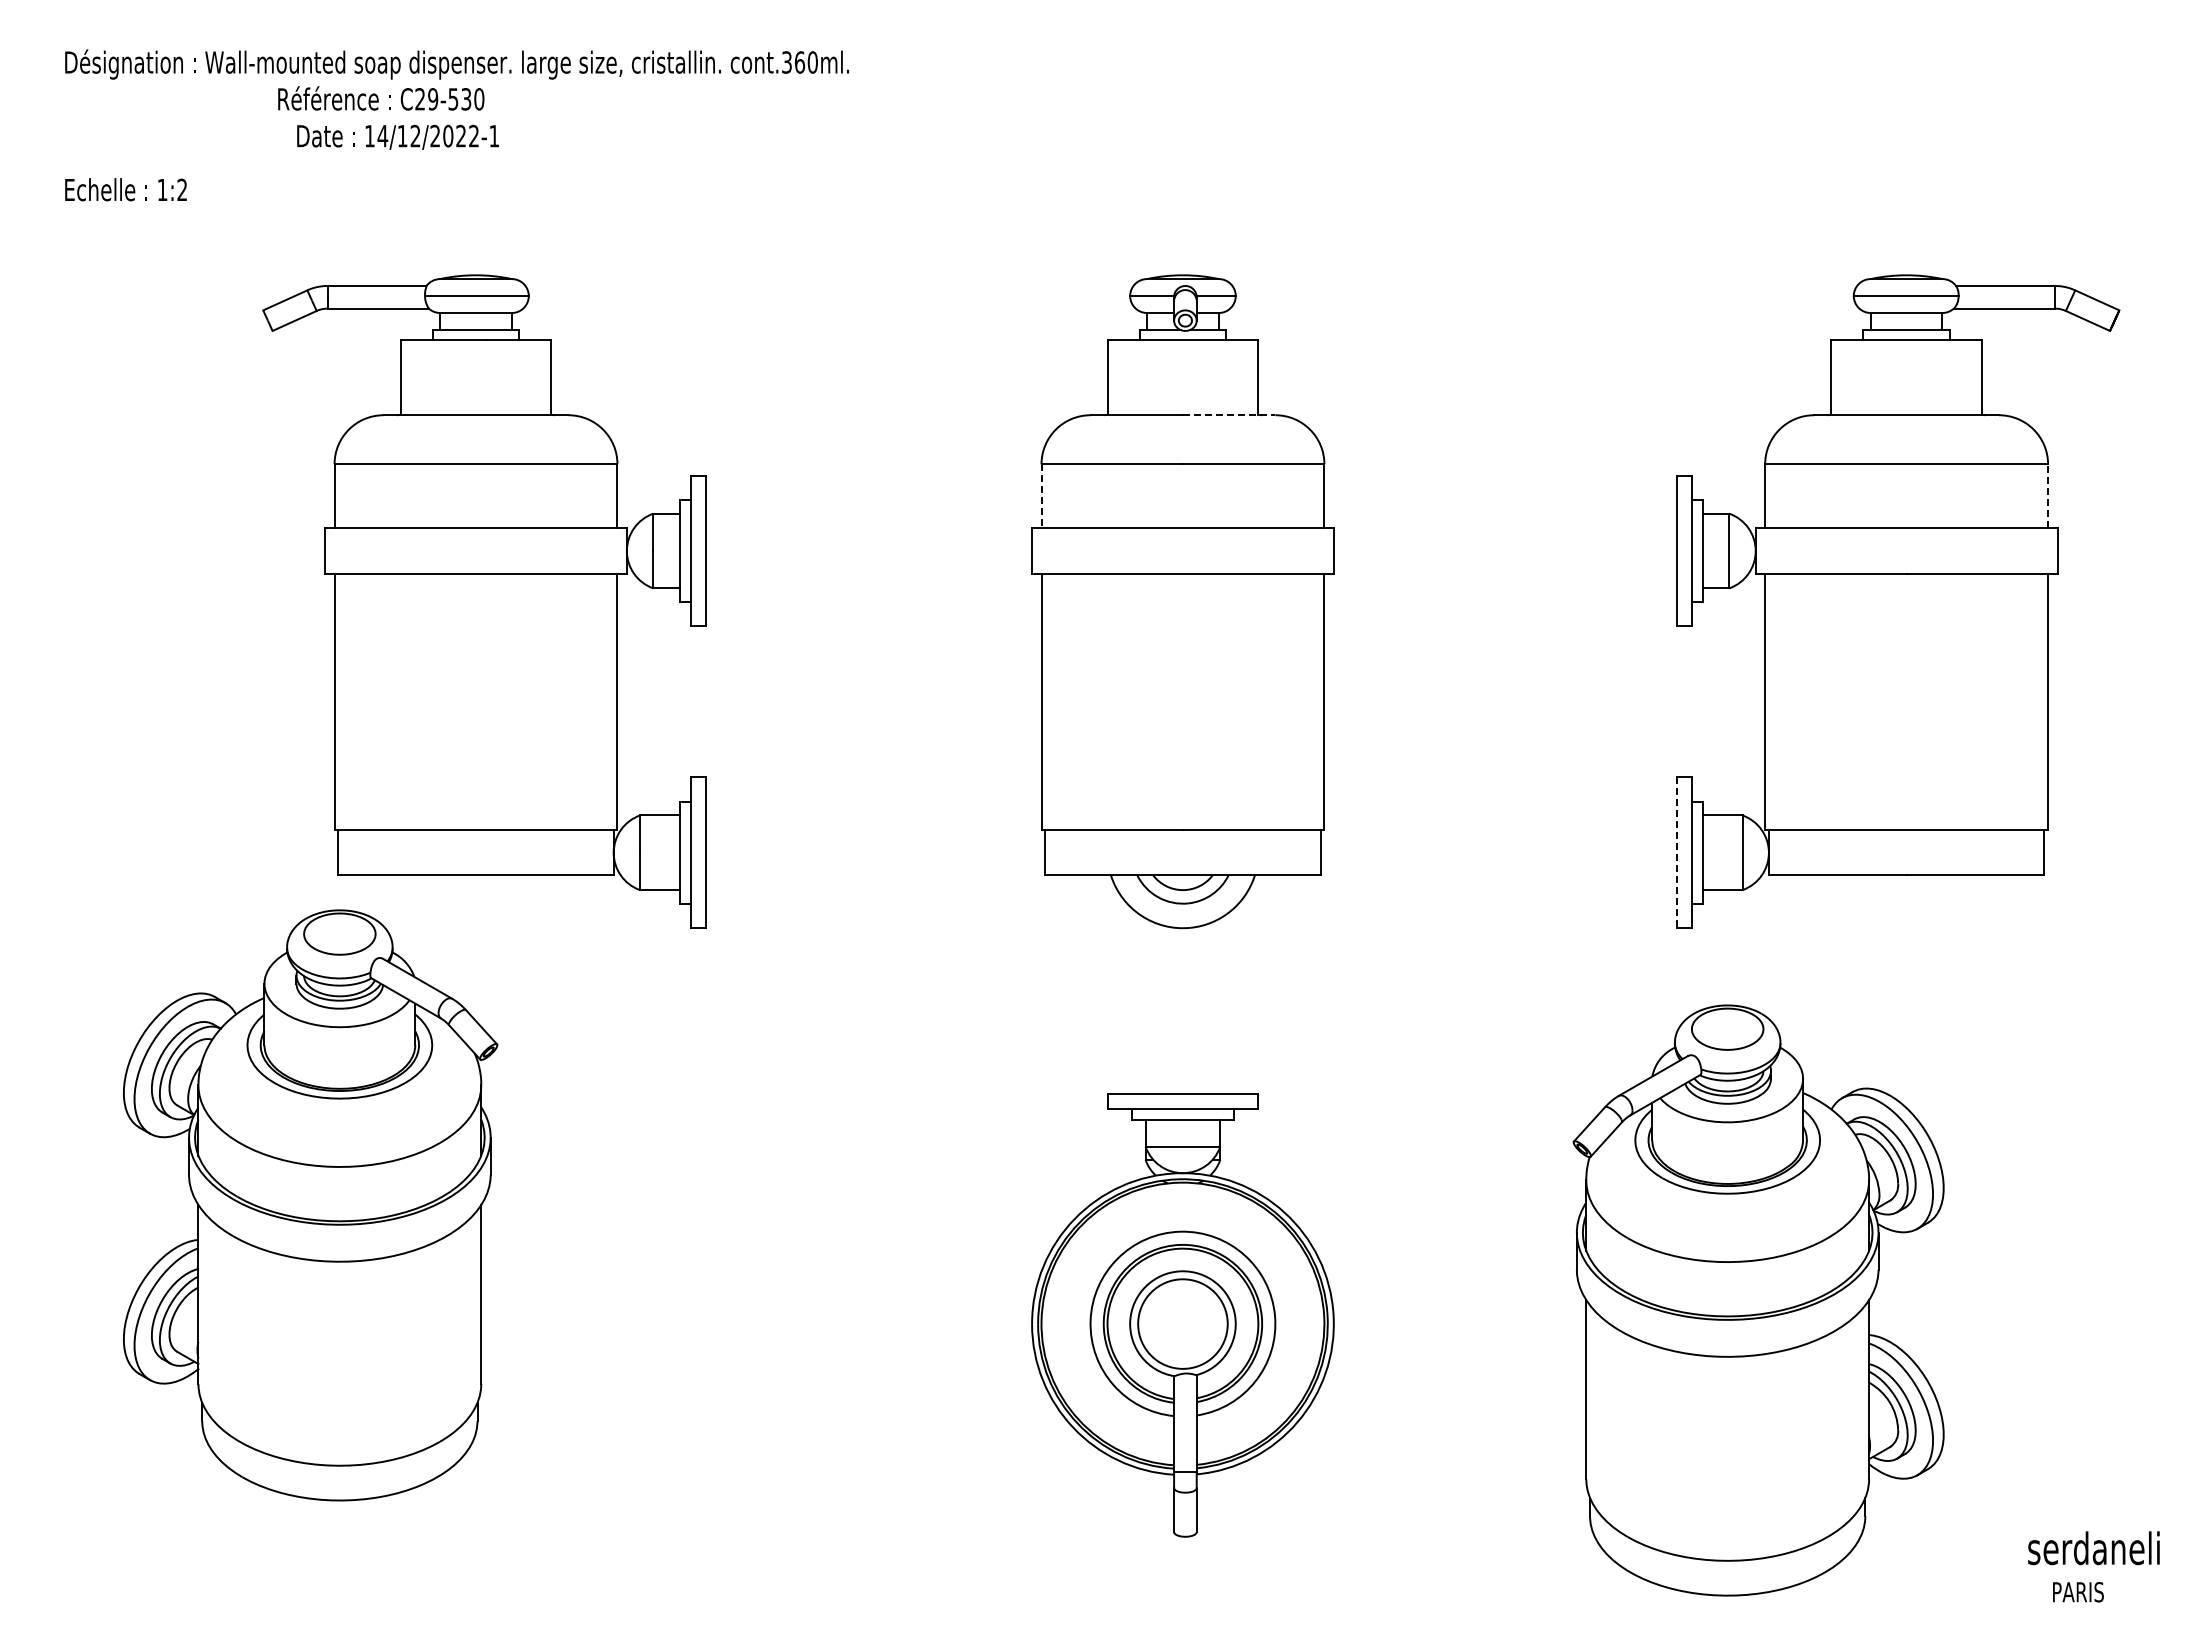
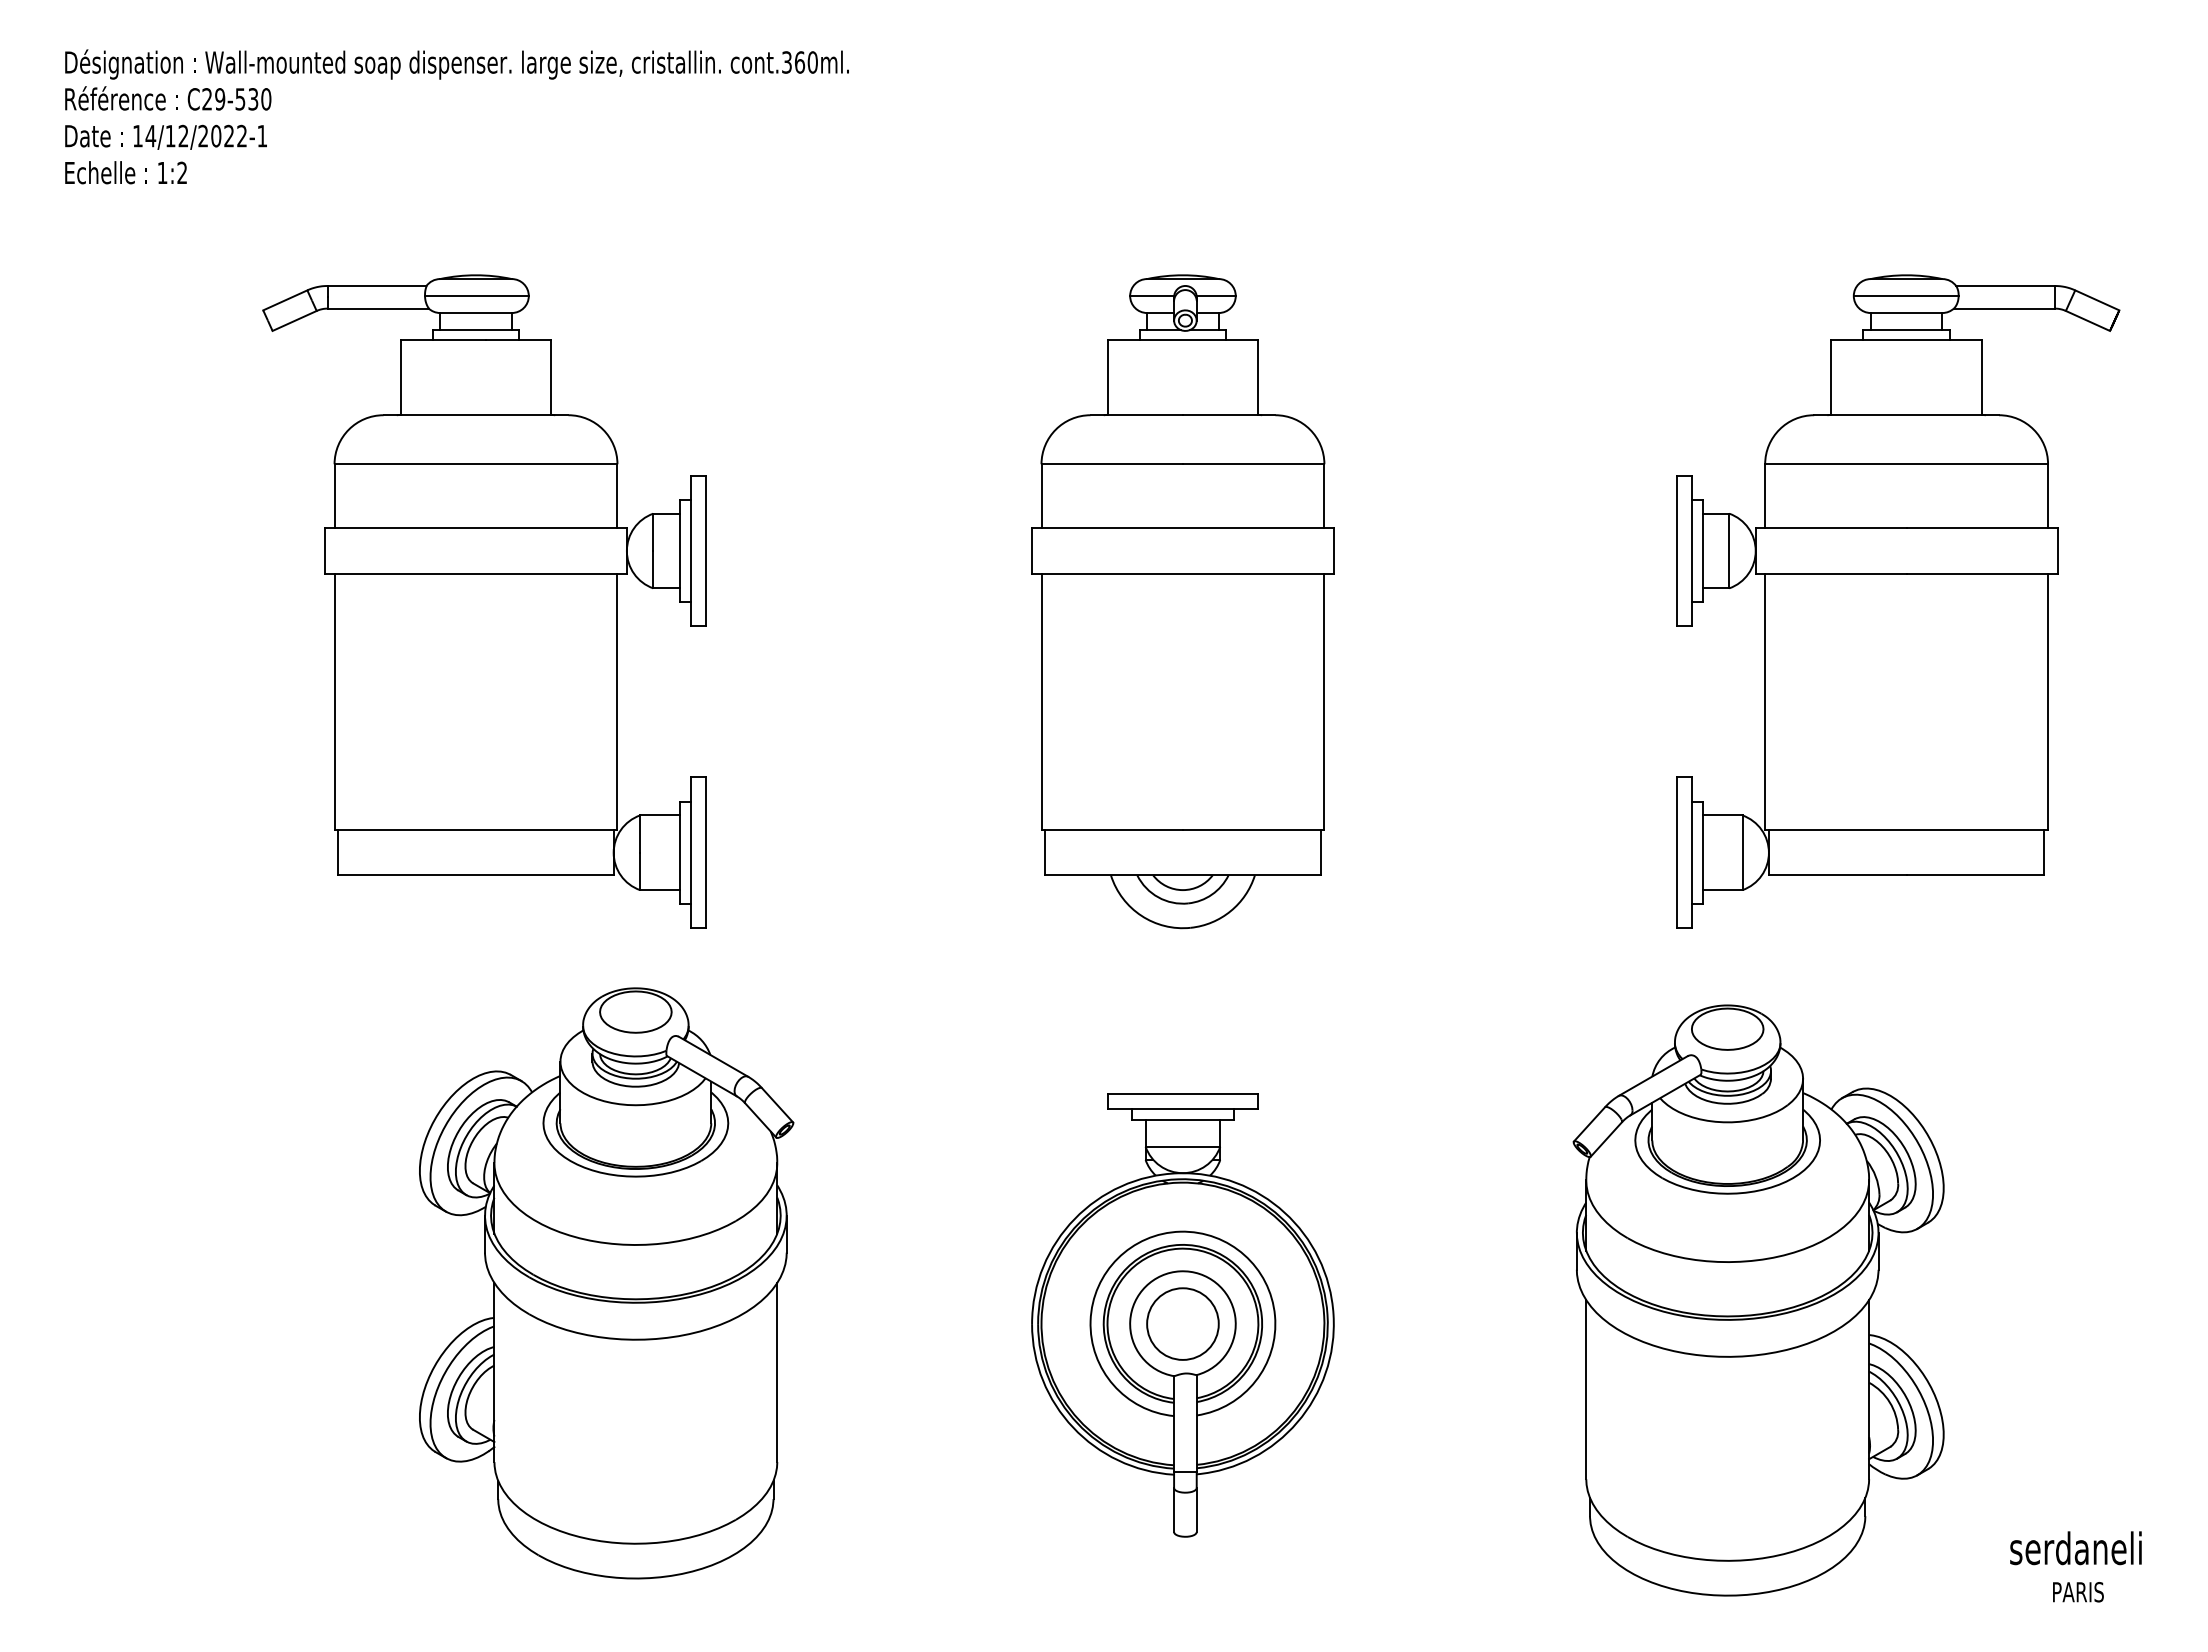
text at (381, 98) position: (381, 98) -> (168, 98)
text at (397, 136) position: (397, 136) -> (165, 136)
text at (125, 189) position: (125, 189) -> (125, 172)
line at (1229, 415): dashed -> solid
line at (2048, 495): dashed -> solid
line at (1041, 496): dashed -> solid
line at (1676, 853): dashed -> solid
part at (310, 1205) position: (310, 1205) -> (606, 1283)
circle at (1182, 1323) diameter: 90 px -> 72 px
text at (2093, 1548) position: (2093, 1548) -> (2075, 1548)
